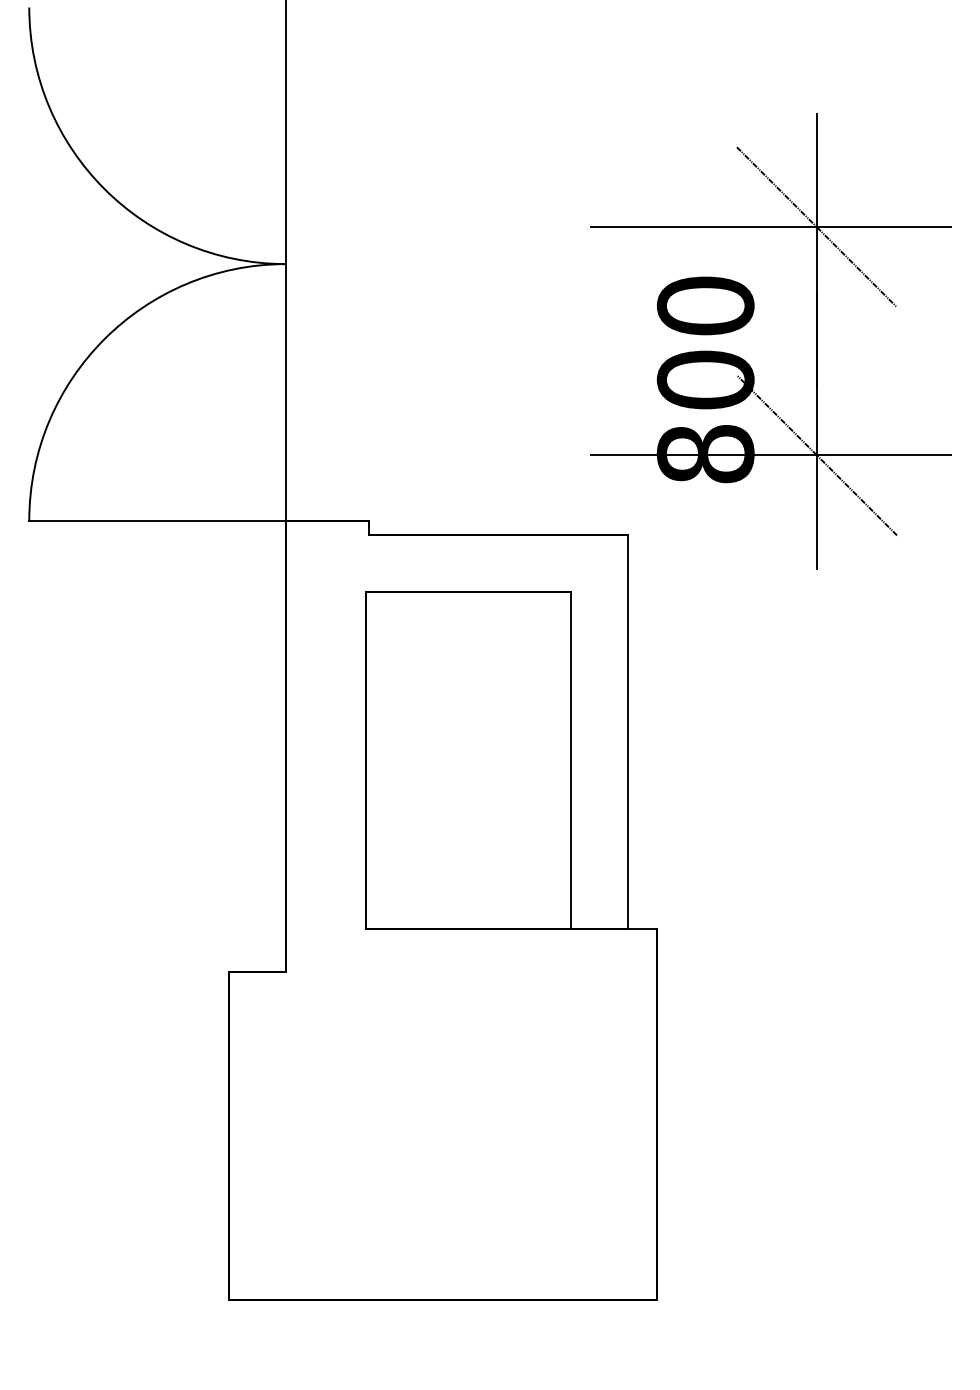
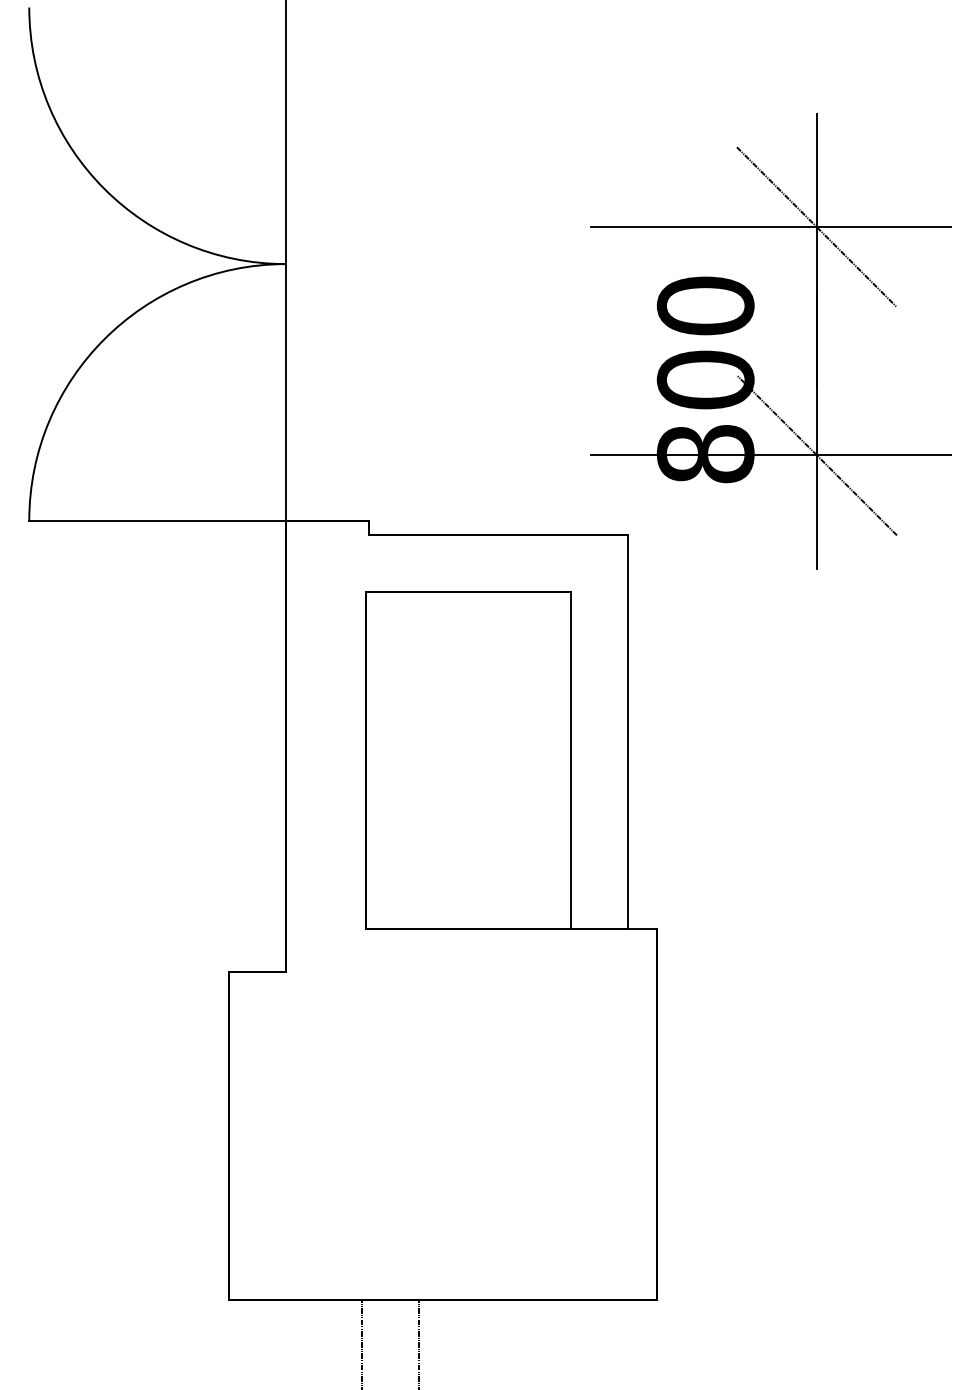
line at (361, 1342): none -> present
line at (418, 1342): none -> present
